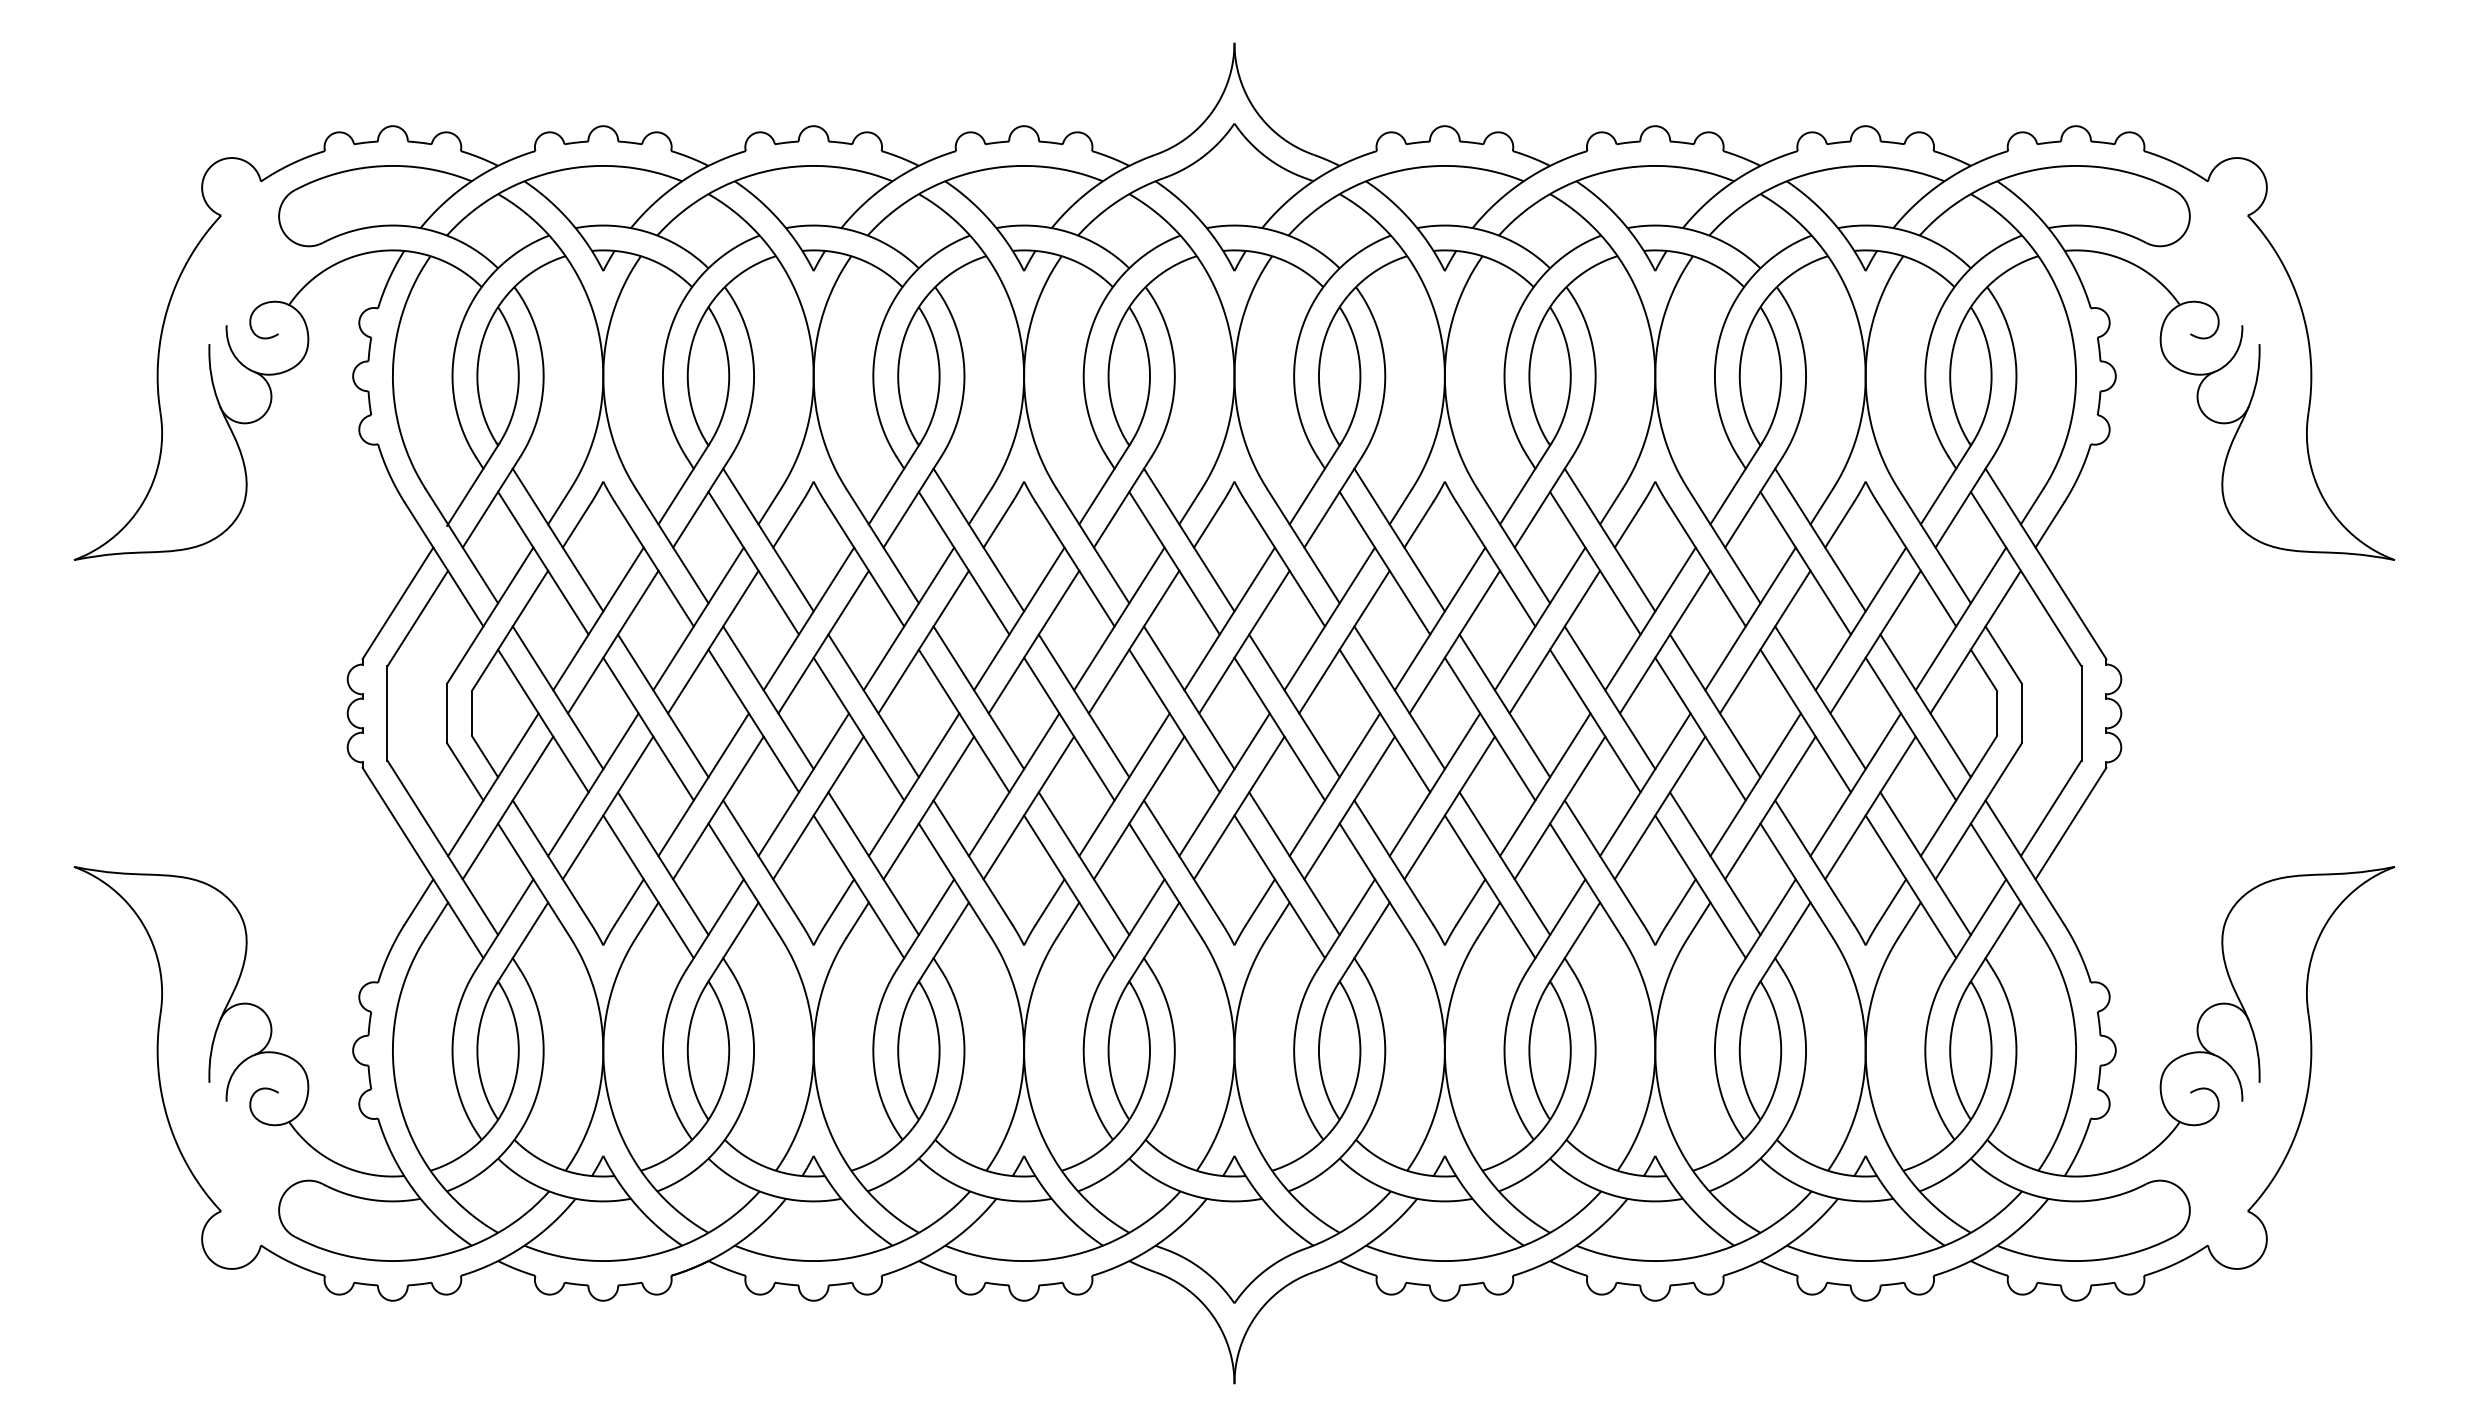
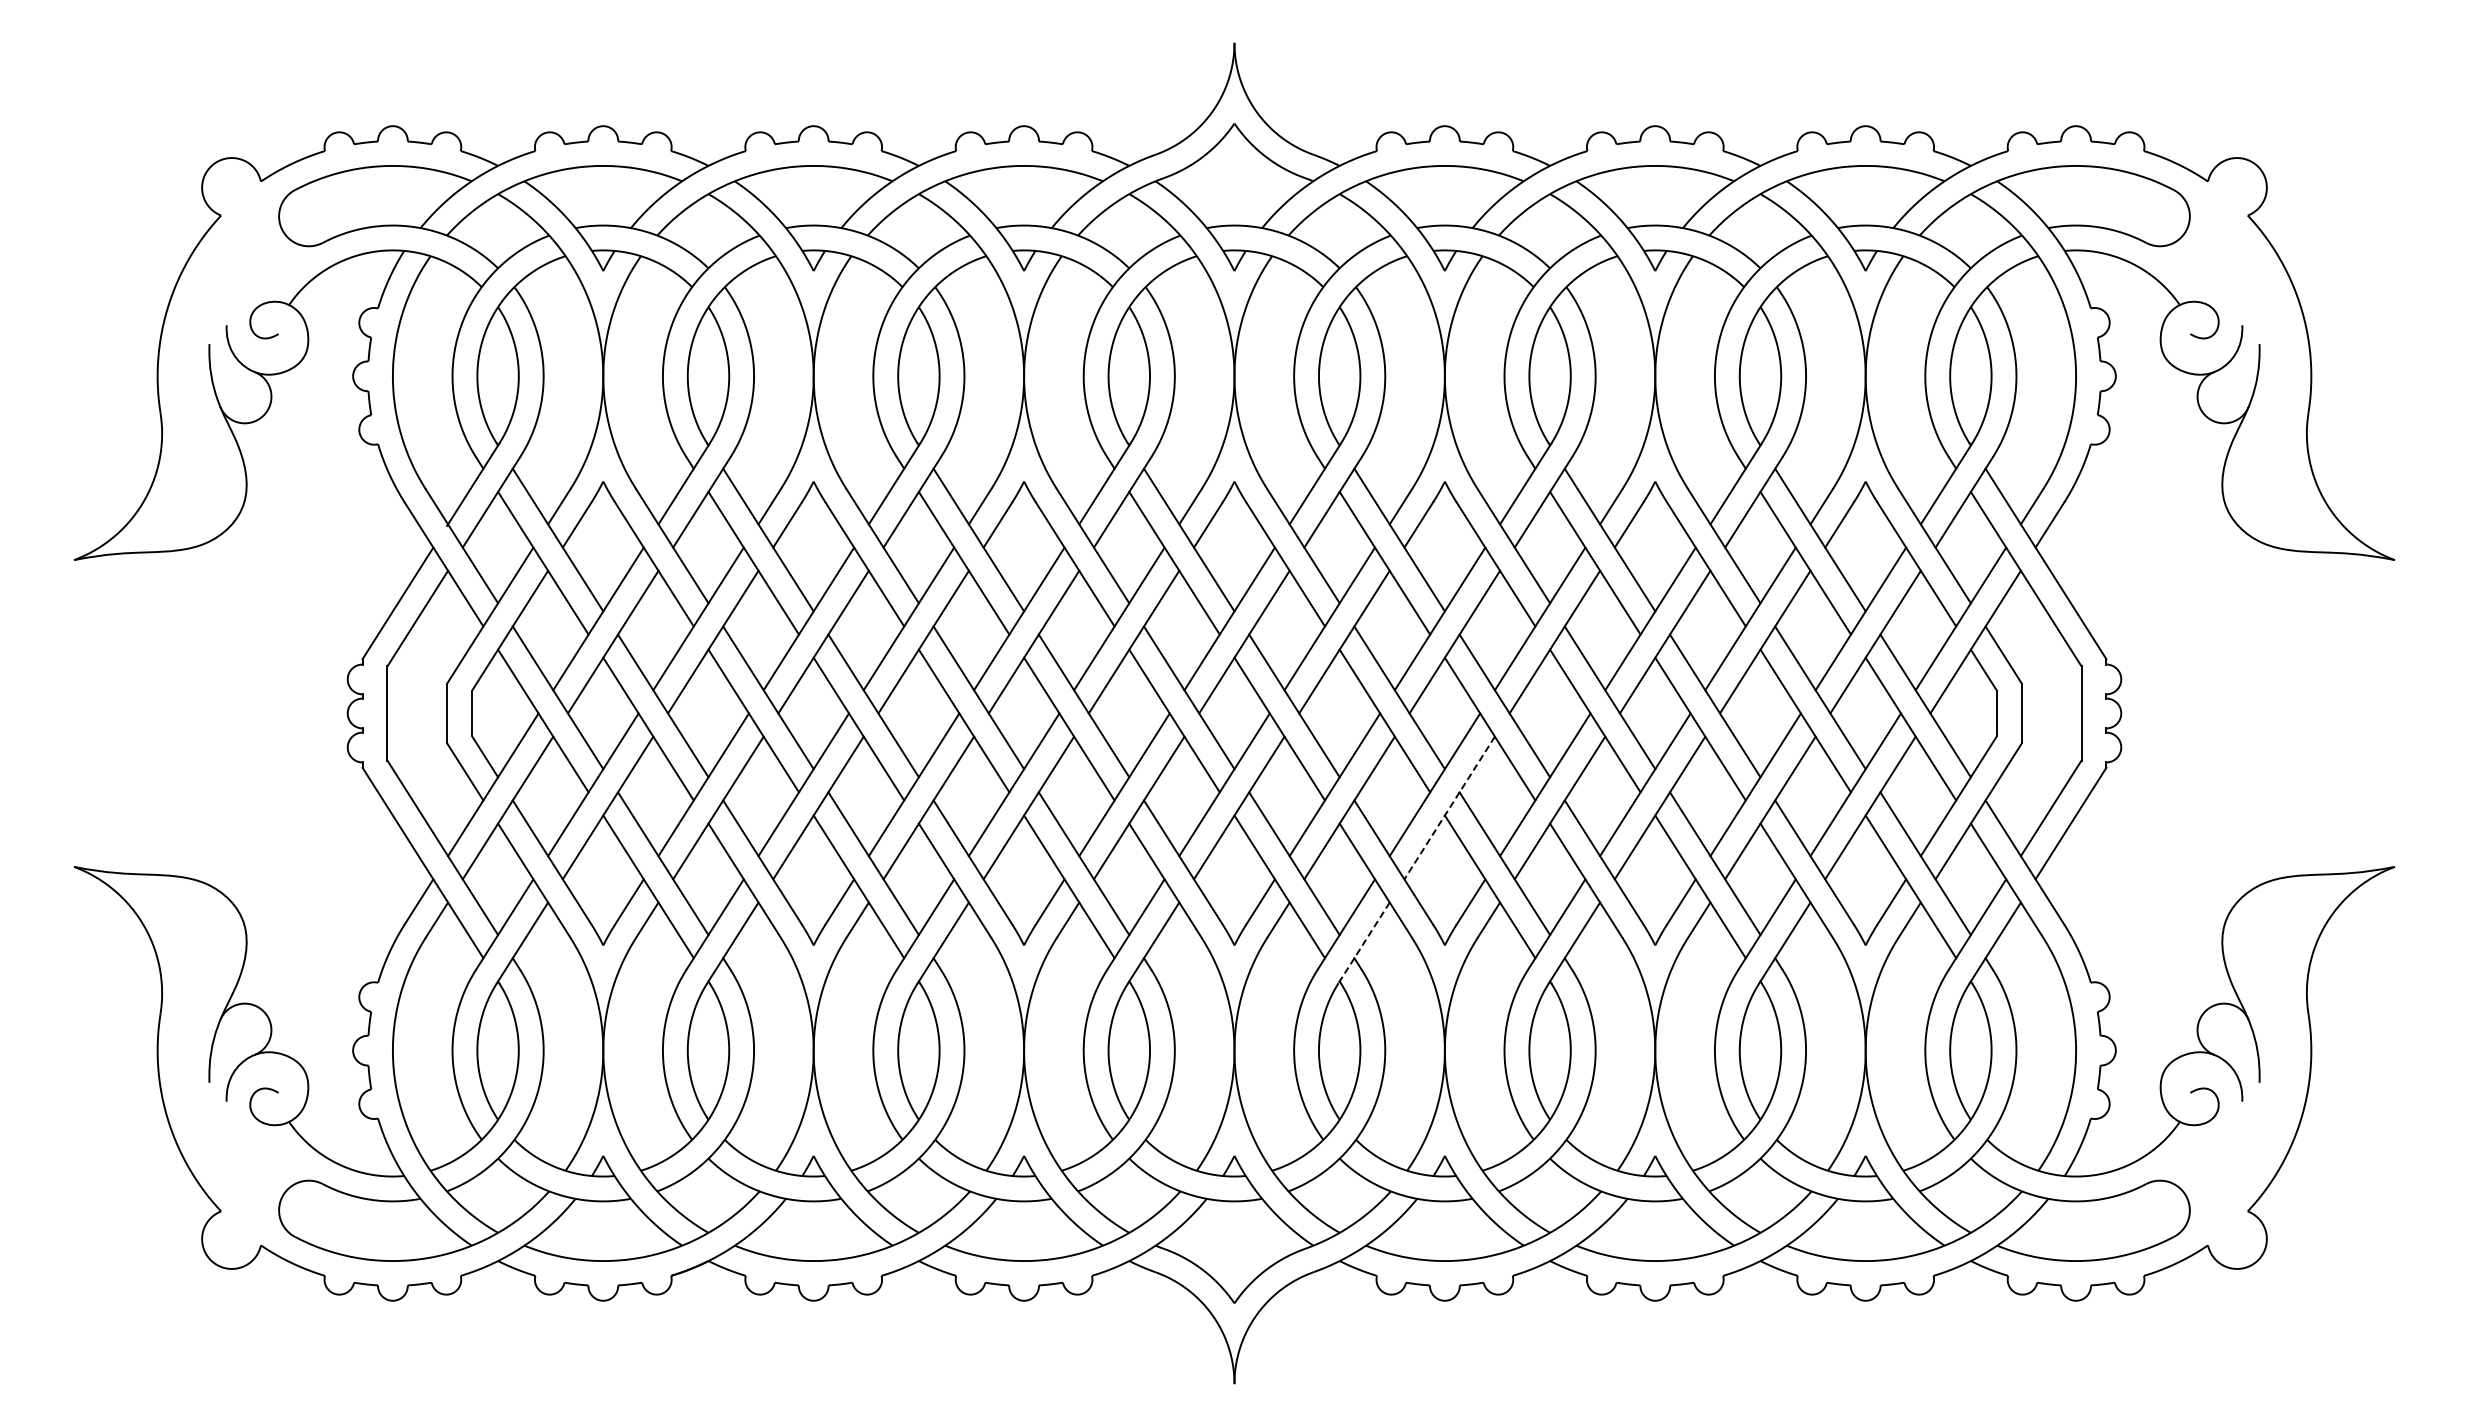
line at (1449, 808): solid -> dashed
line at (1364, 942): solid -> dashed
